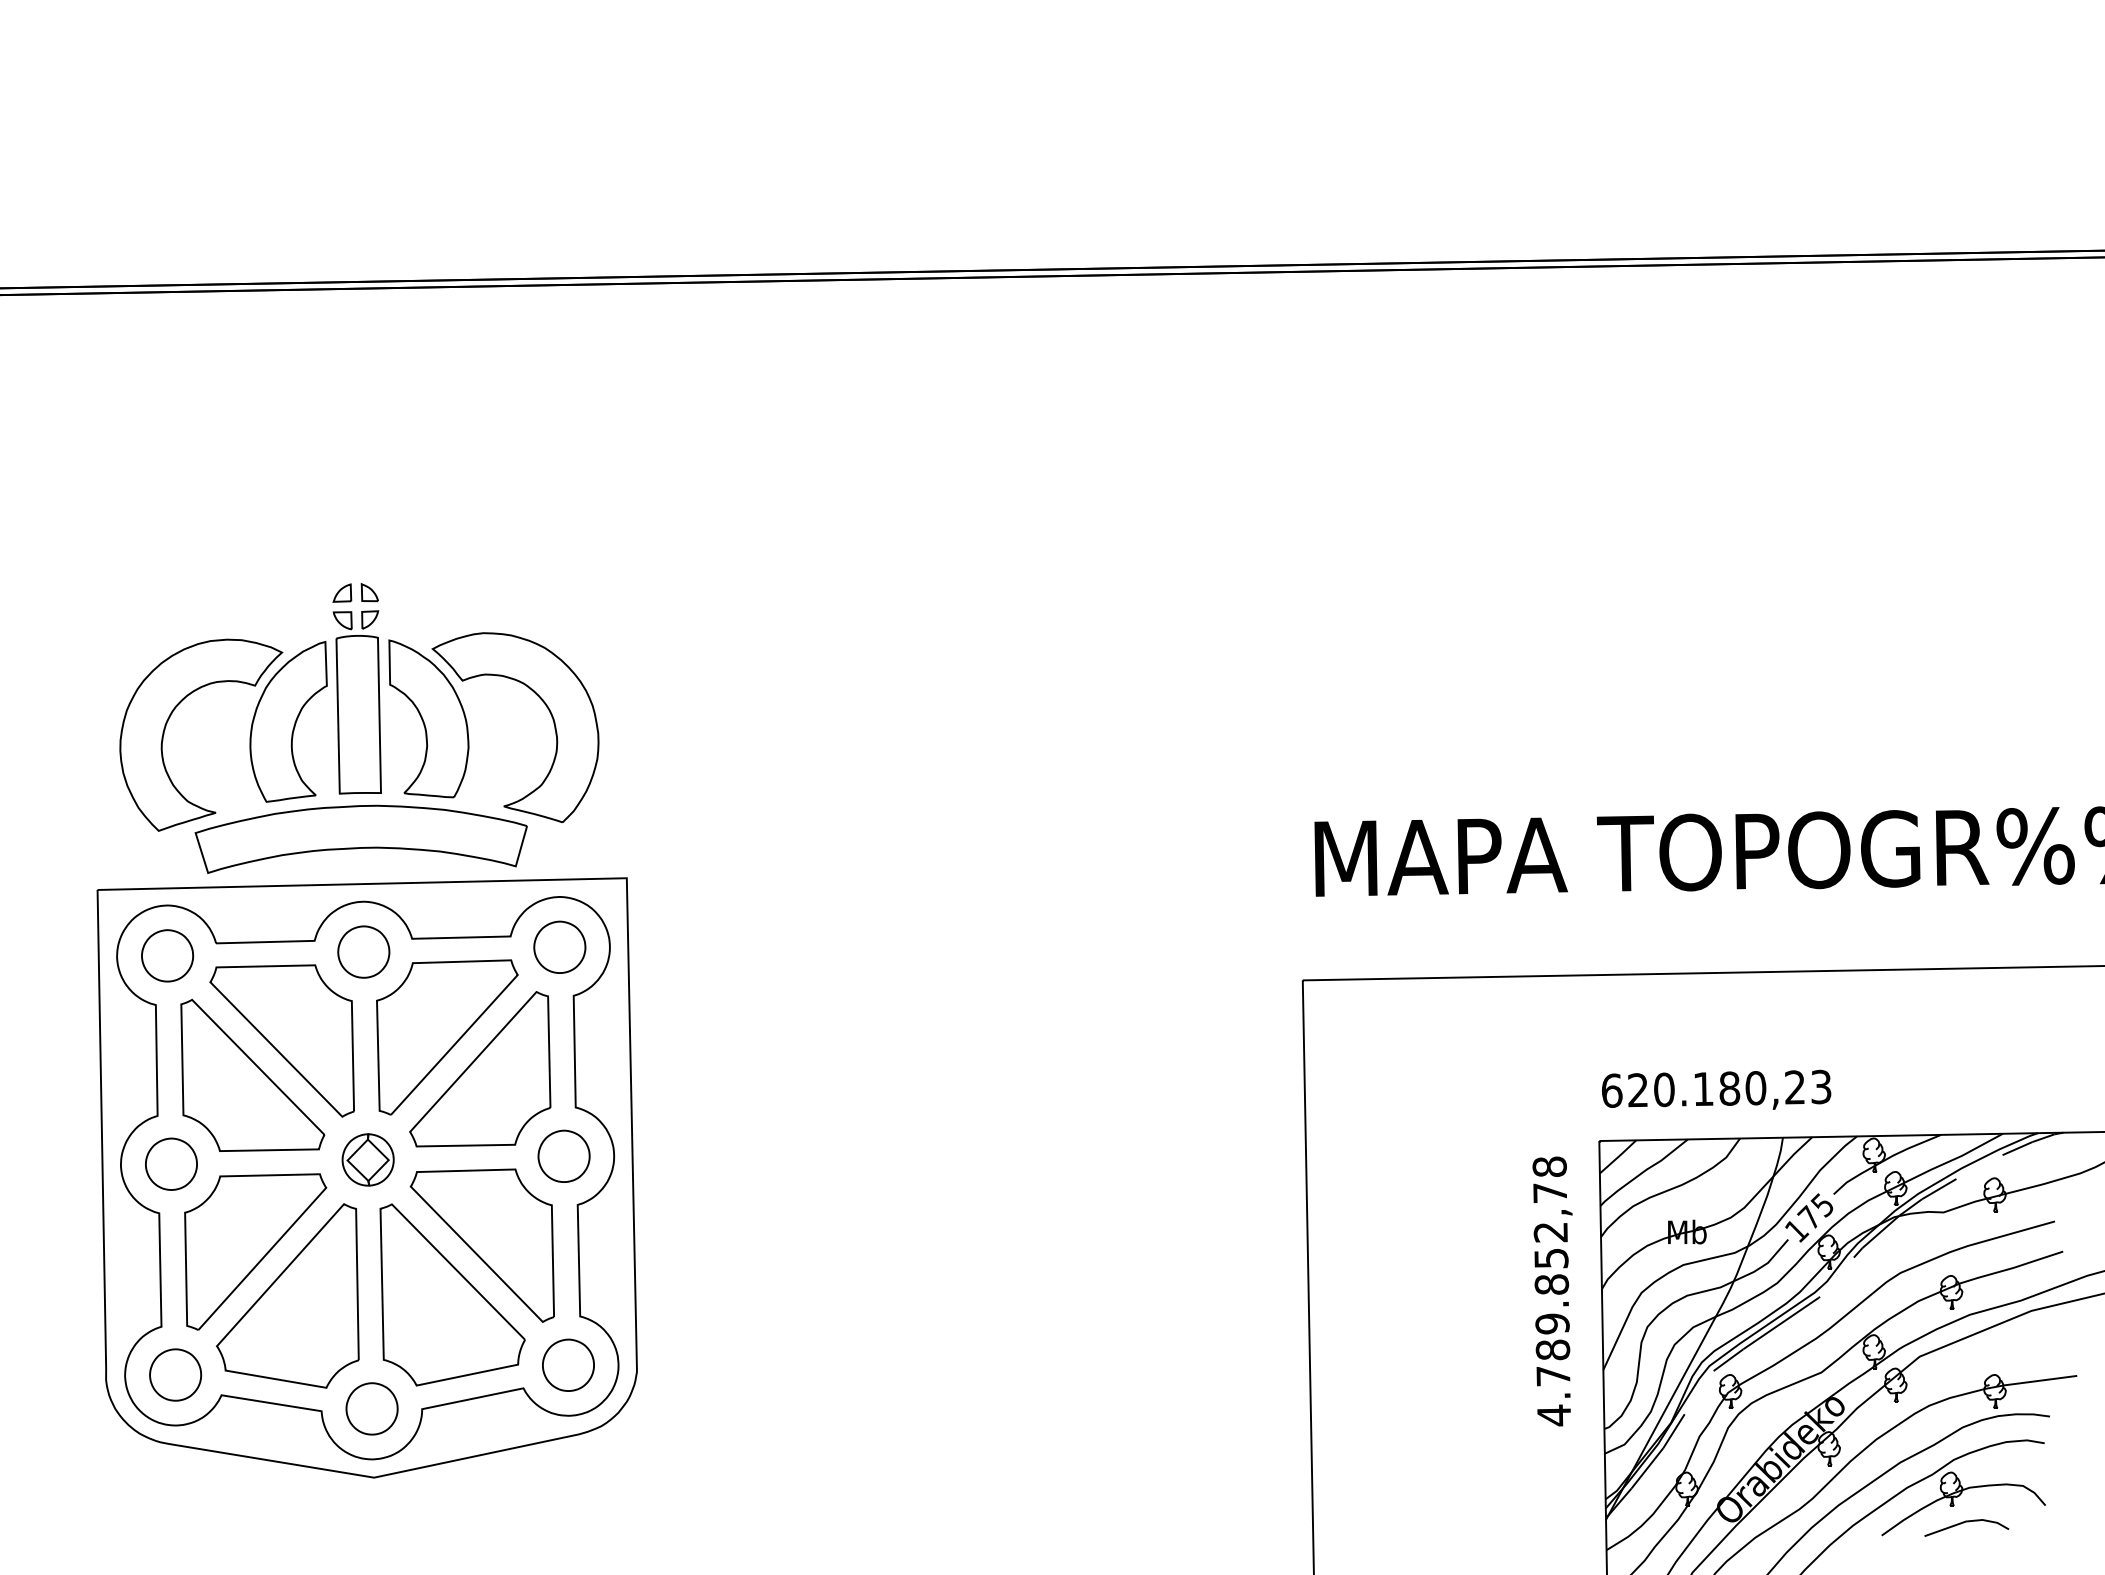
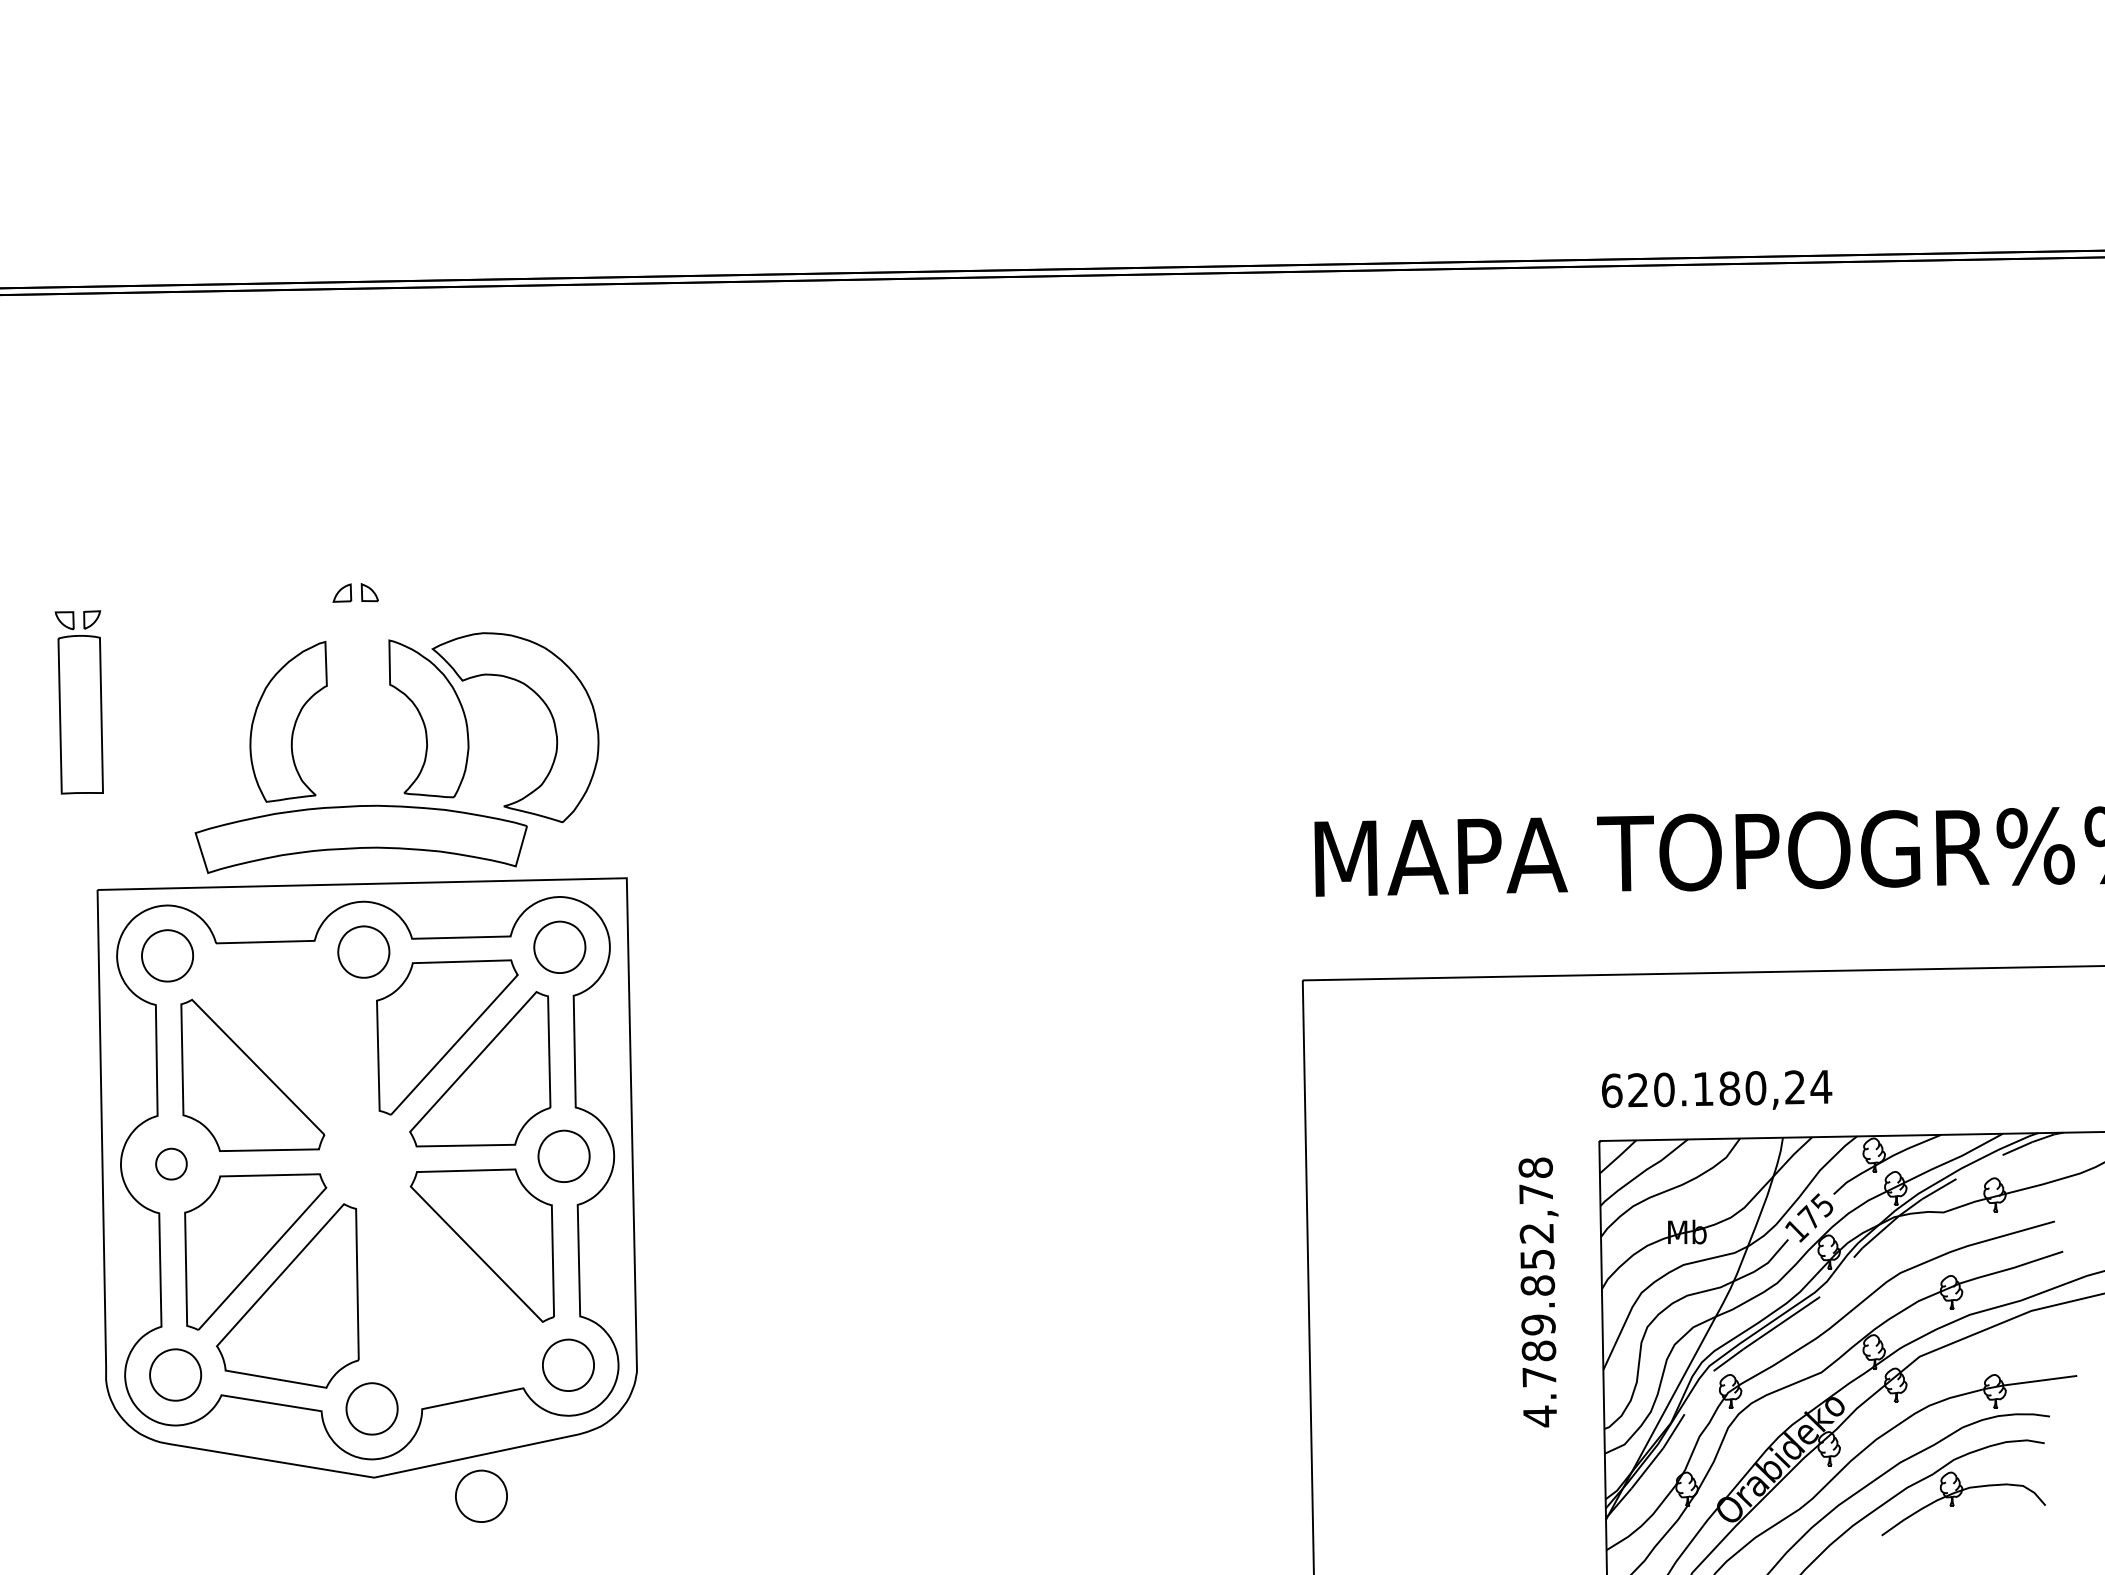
part at (356, 702) position: (356, 702) -> (78, 702)
part at (169, 719): present -> none
part at (281, 1040): present -> none
text at (1821, 1086): 620.180,23 -> 620.180,24
part at (367, 1159): present -> none
part at (171, 1163) size: 53x54 px -> 33x34 px
text at (1552, 1291) position: (1552, 1291) -> (1538, 1292)
part at (452, 1294): present -> none
part at (481, 1495): none -> present
line at (1966, 1522): present -> none
